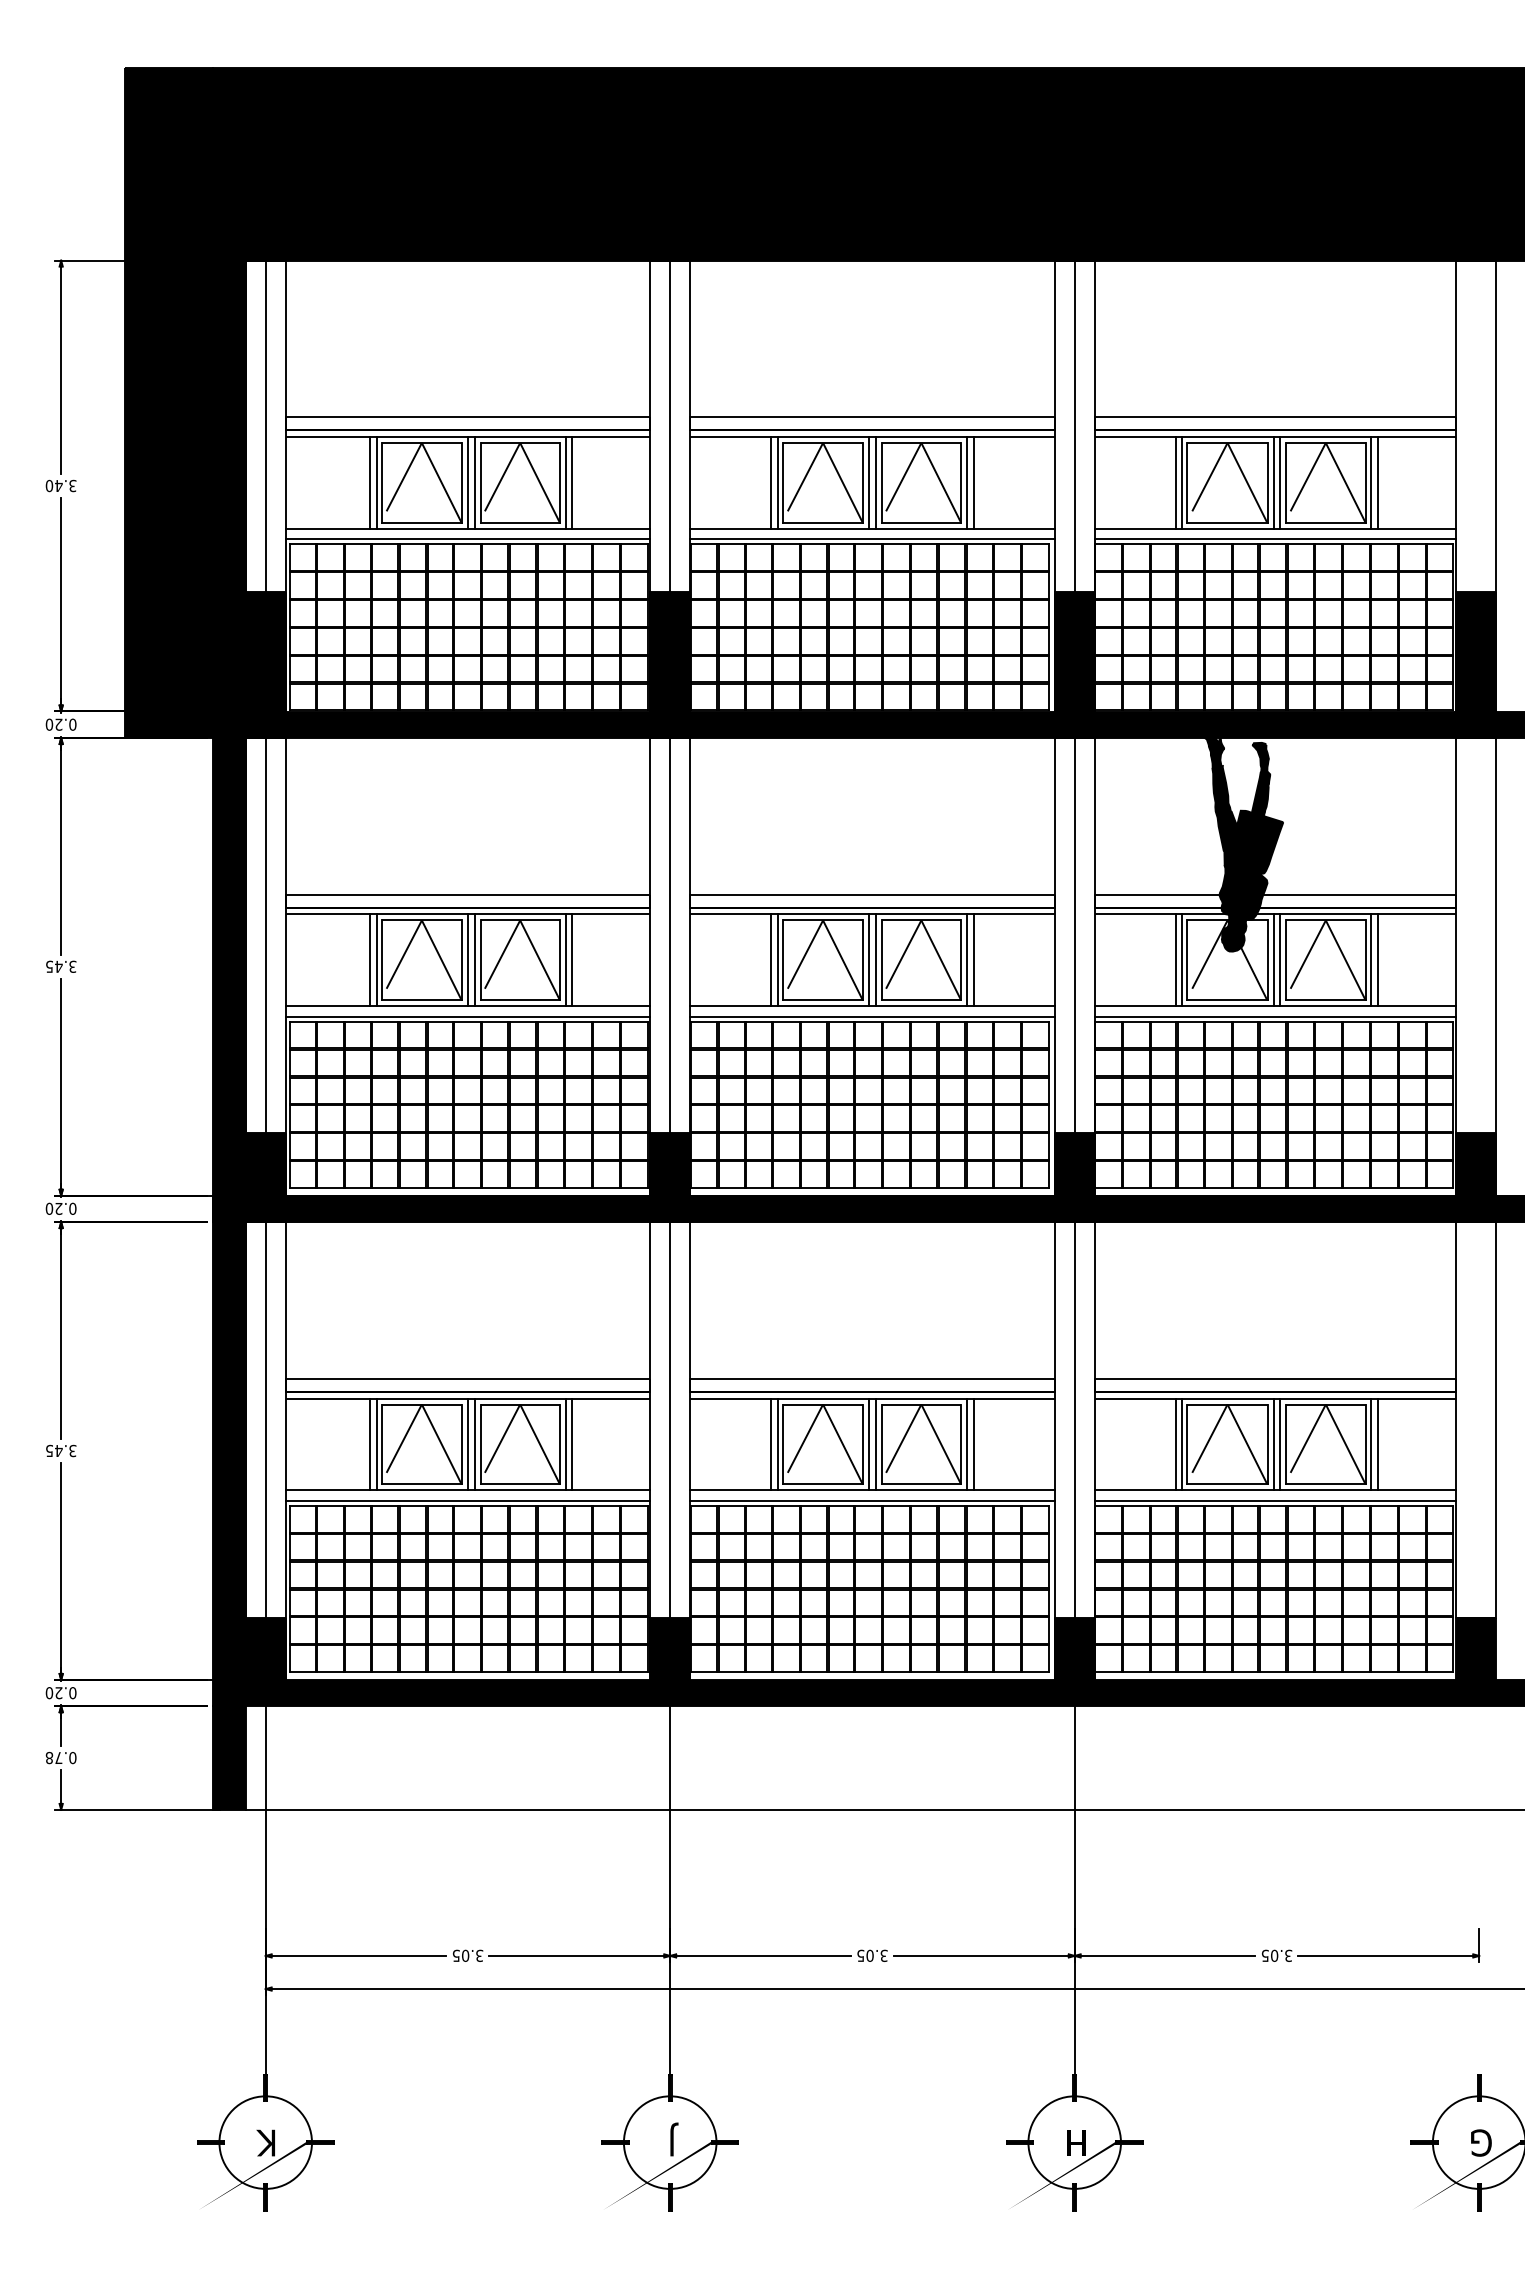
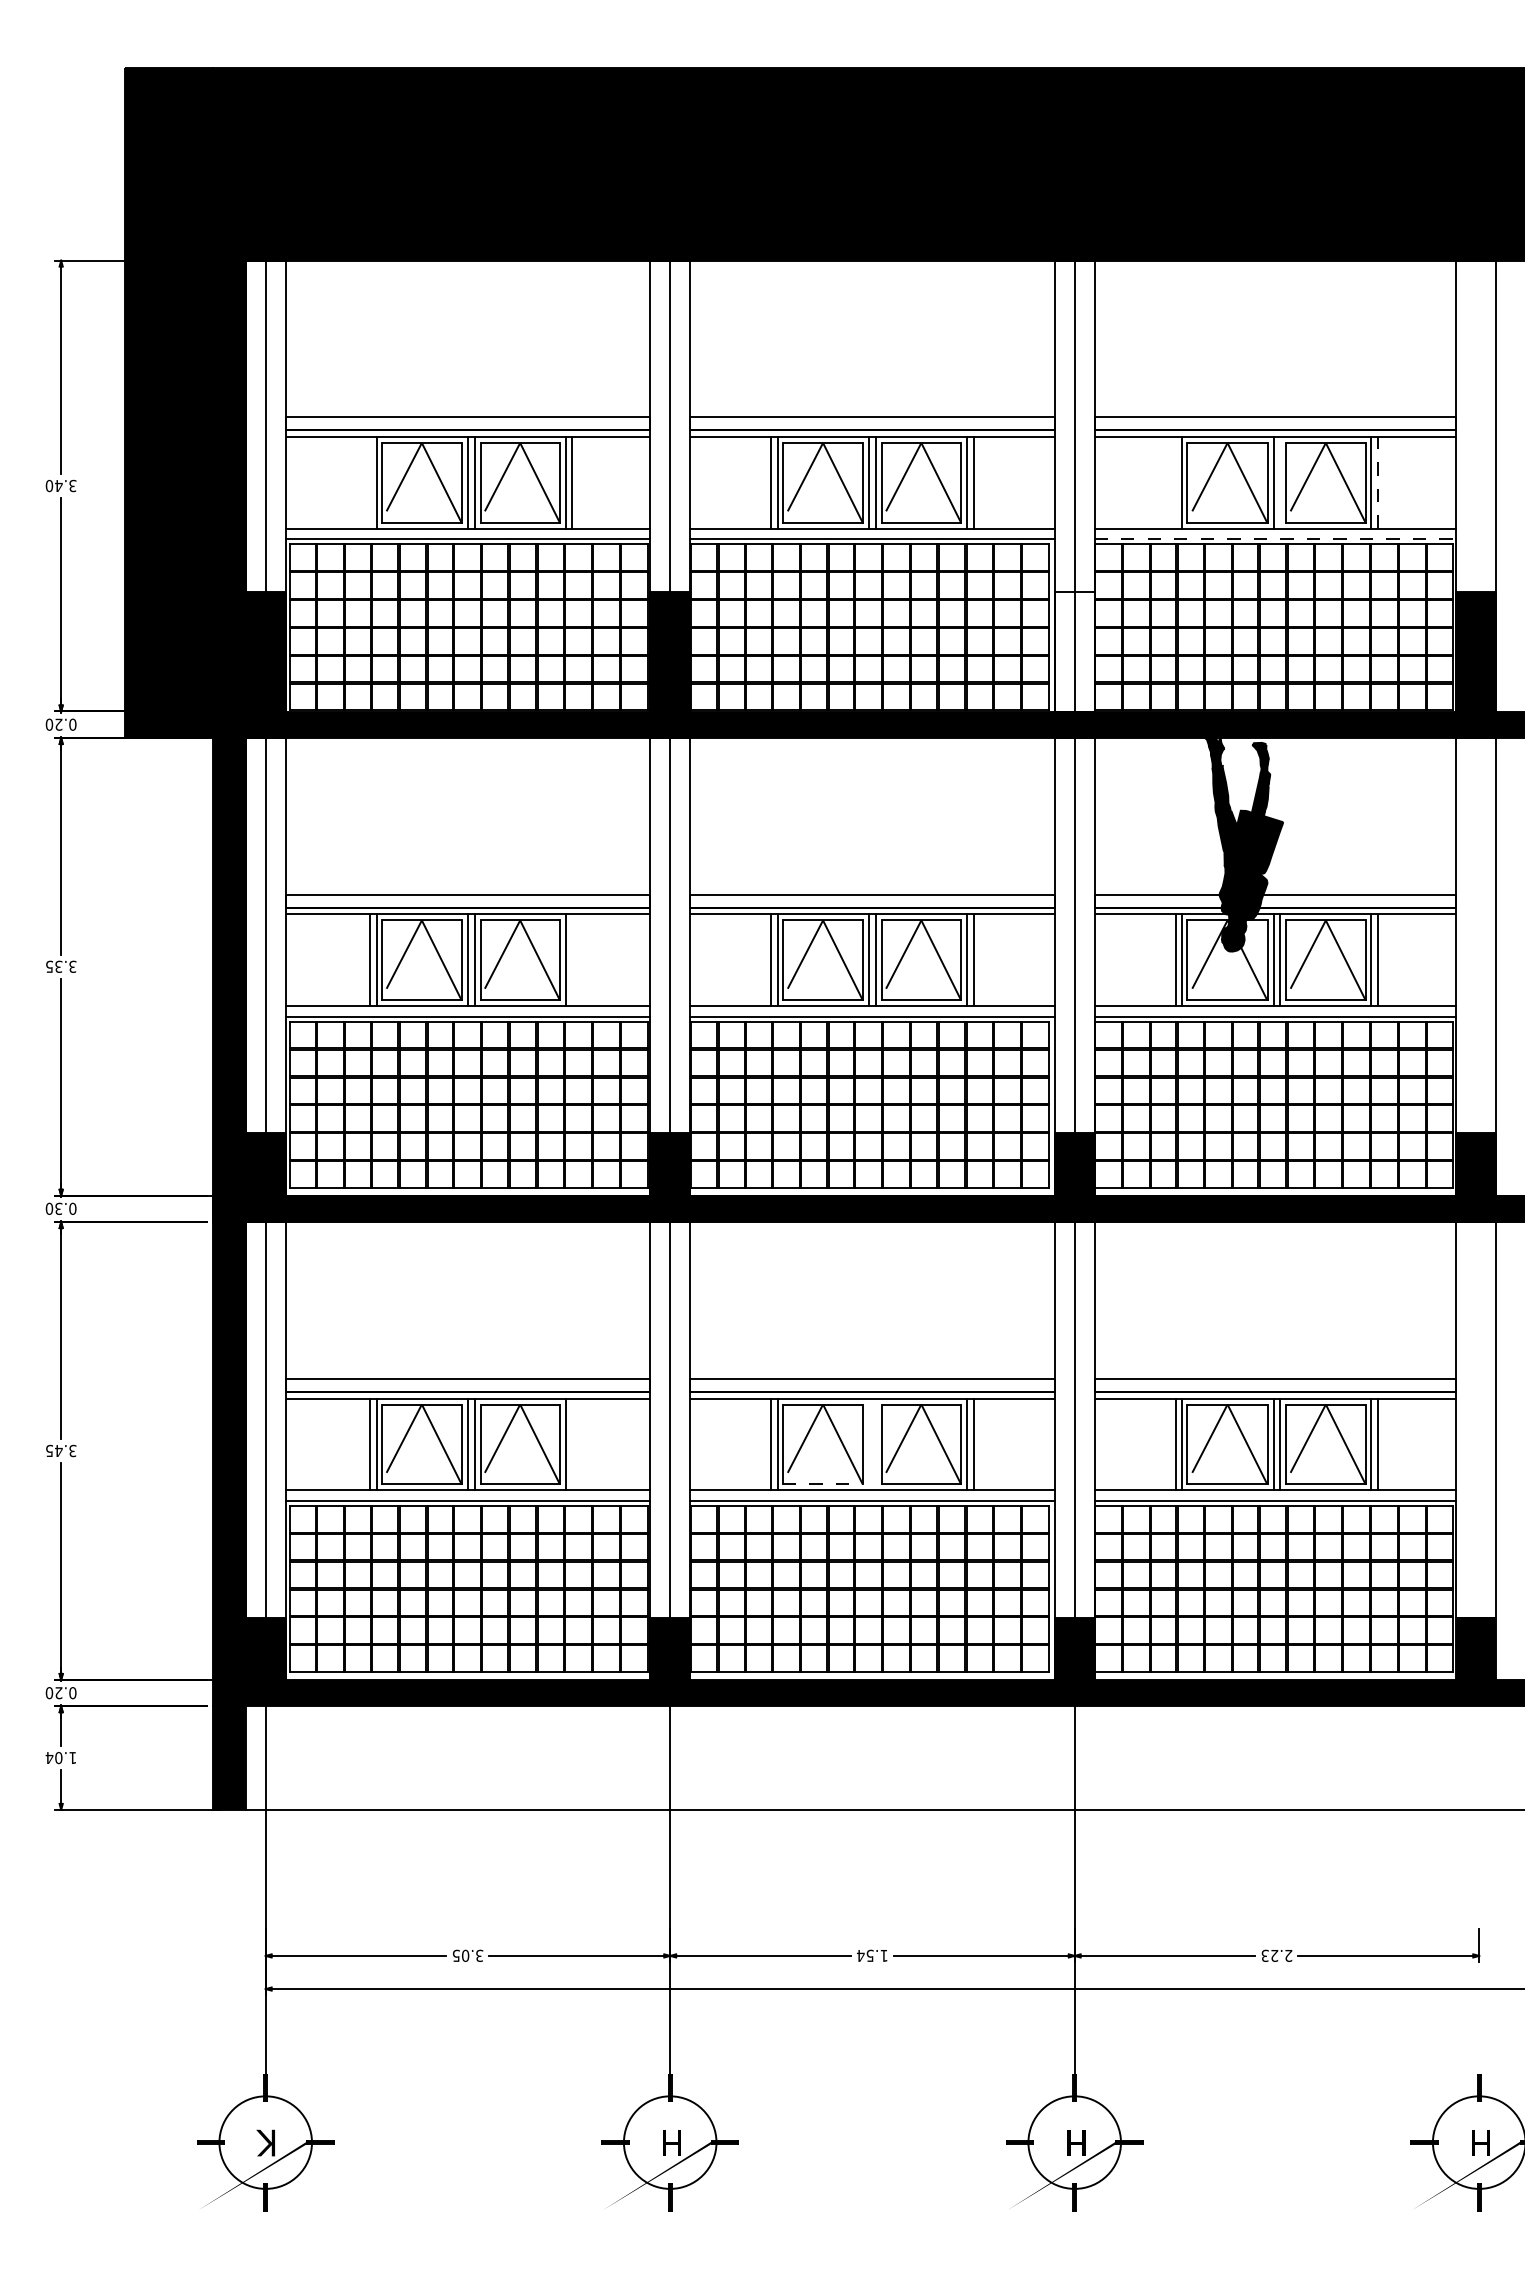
line at (370, 482): present -> none
line at (1175, 482): present -> none
line at (1280, 482): present -> none
line at (1378, 482): solid -> dashed
line at (1275, 539): solid -> dashed
fill at (1074, 651): present -> none
line at (572, 960): present -> none
text at (58, 966): 3.45 -> 3.35
text at (58, 1208): 0.20 -> 0.30
line at (572, 1444): present -> none
line at (869, 1444): present -> none
line at (875, 1444): present -> none
line at (823, 1484): solid -> dashed
text at (60, 1757): 0.78 -> 1.04
text at (872, 1955): 3.05 -> 1.54
text at (1276, 1955): 3.05 -> 2.23
text at (671, 2139): J -> H
text at (1481, 2142): G -> H
